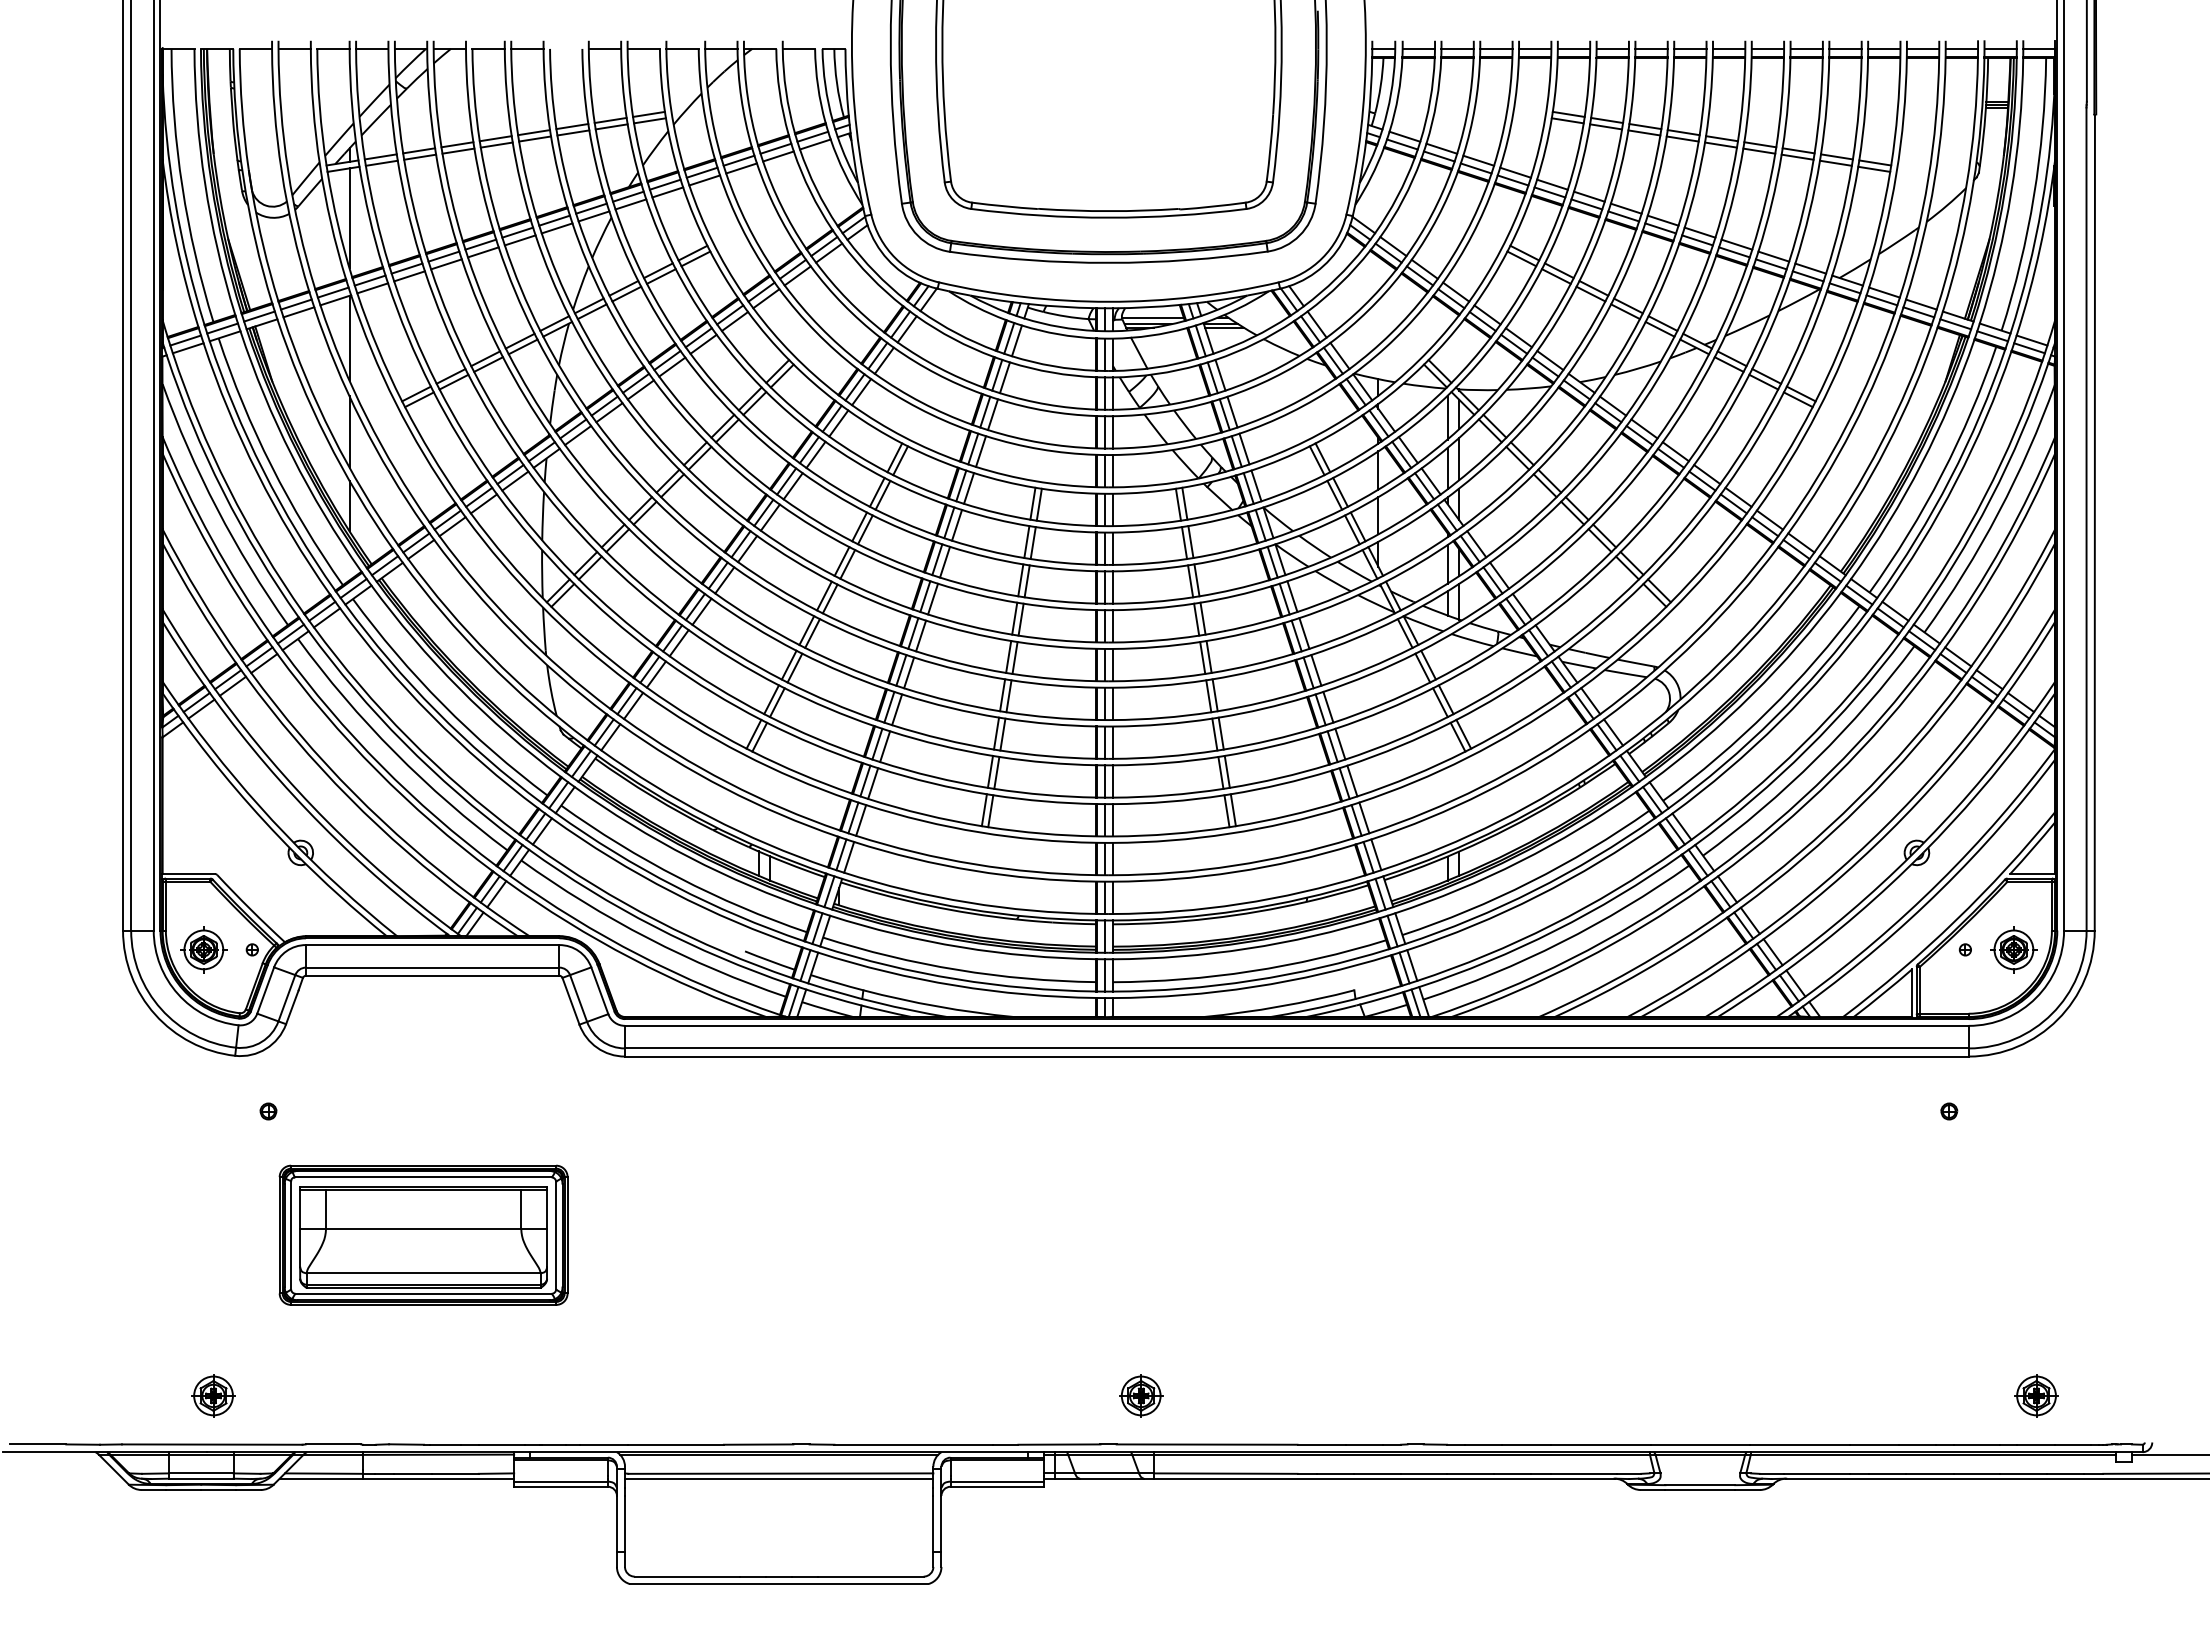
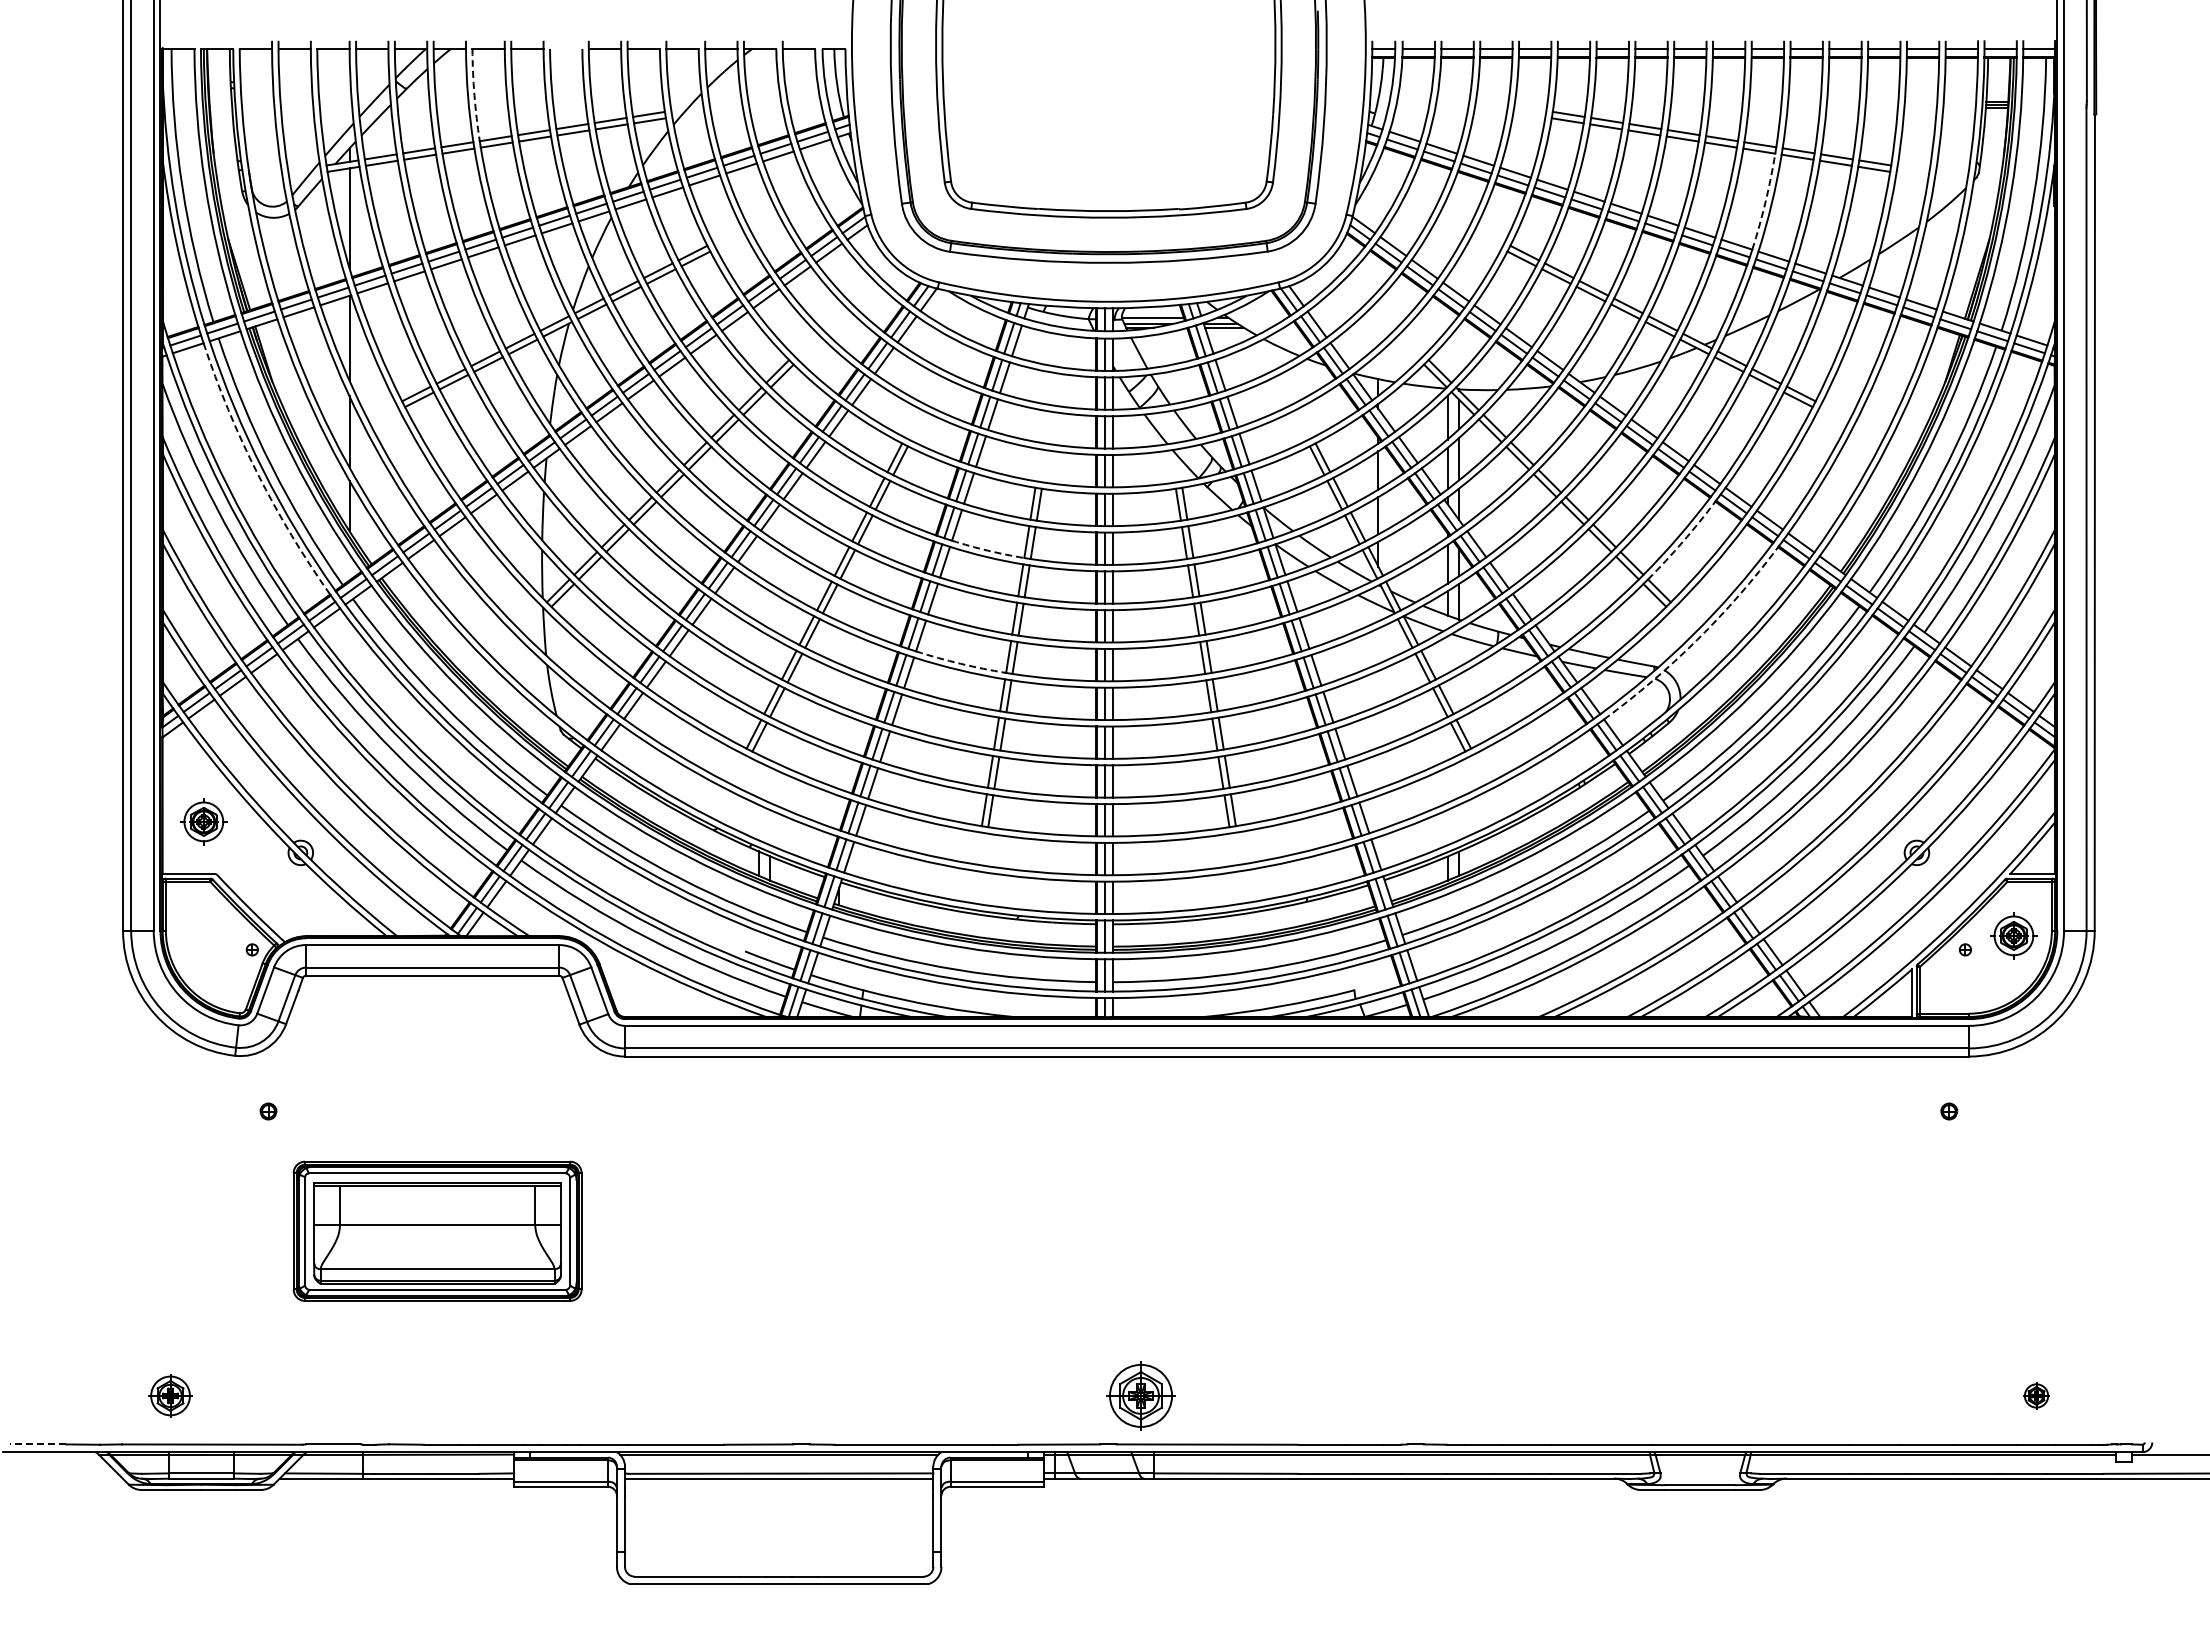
arc at (474, 95): solid -> dashed
arc at (1765, 202): solid -> dashed
arc at (257, 473): solid -> dashed
arc at (1683, 541): solid -> dashed
arc at (987, 550): solid -> dashed
arc at (1697, 639): solid -> dashed
arc at (960, 663): solid -> dashed
part at (203, 949) position: (203, 949) -> (203, 821)
part at (2013, 949) position: (2013, 949) -> (2013, 935)
part at (423, 1234) position: (423, 1234) -> (437, 1230)
part at (213, 1395) position: (213, 1395) -> (170, 1395)
part at (1141, 1395) size: 45x44 px -> 70x70 px
part at (2036, 1395) size: 45x44 px -> 27x28 px
line at (38, 1444): solid -> dashed
